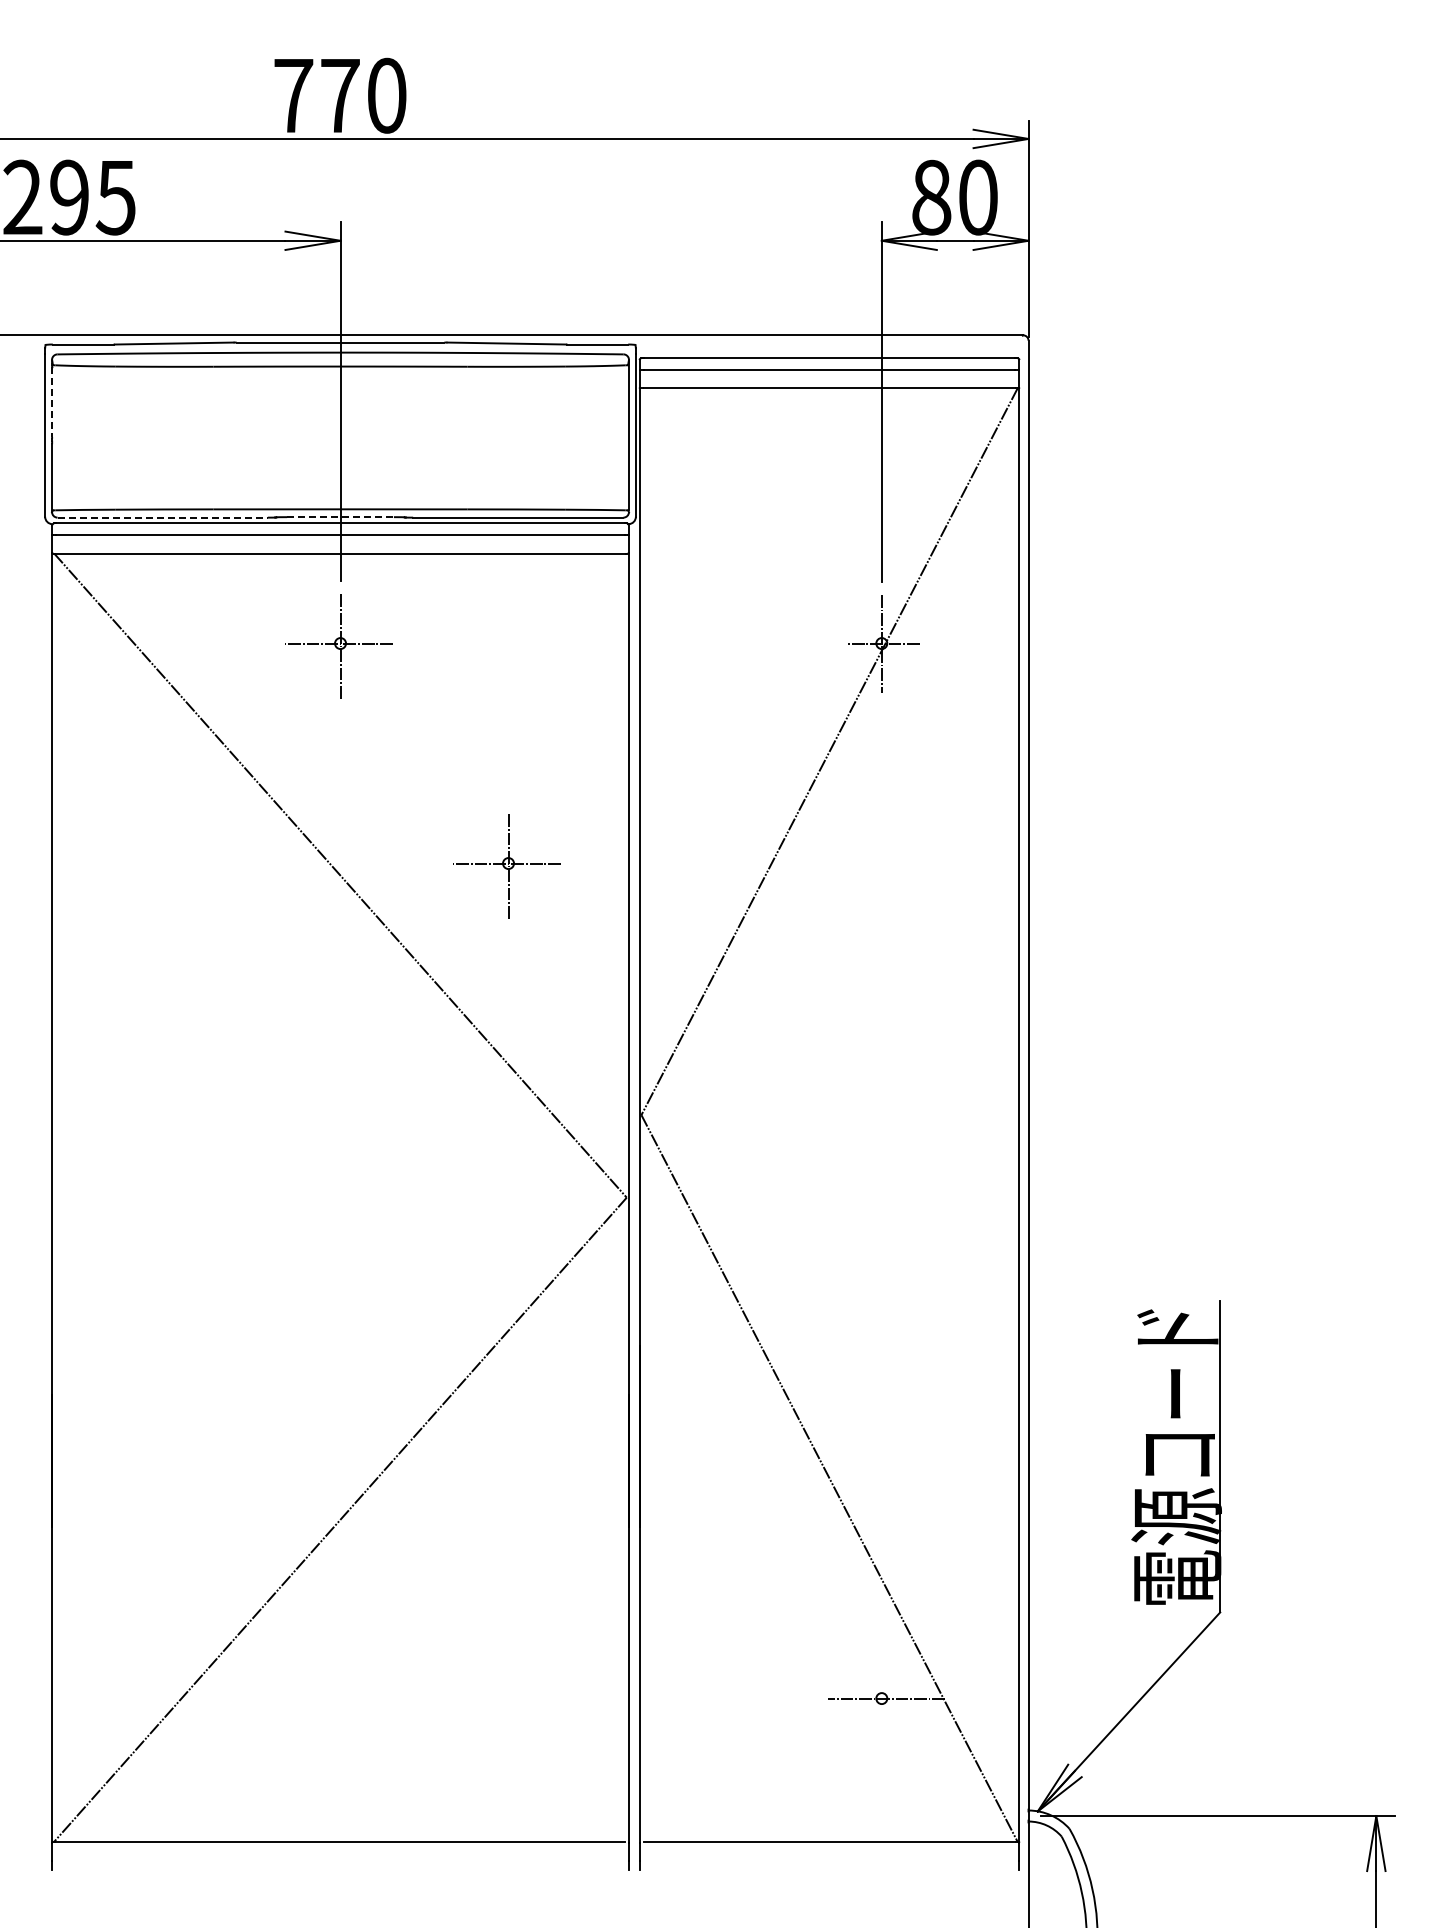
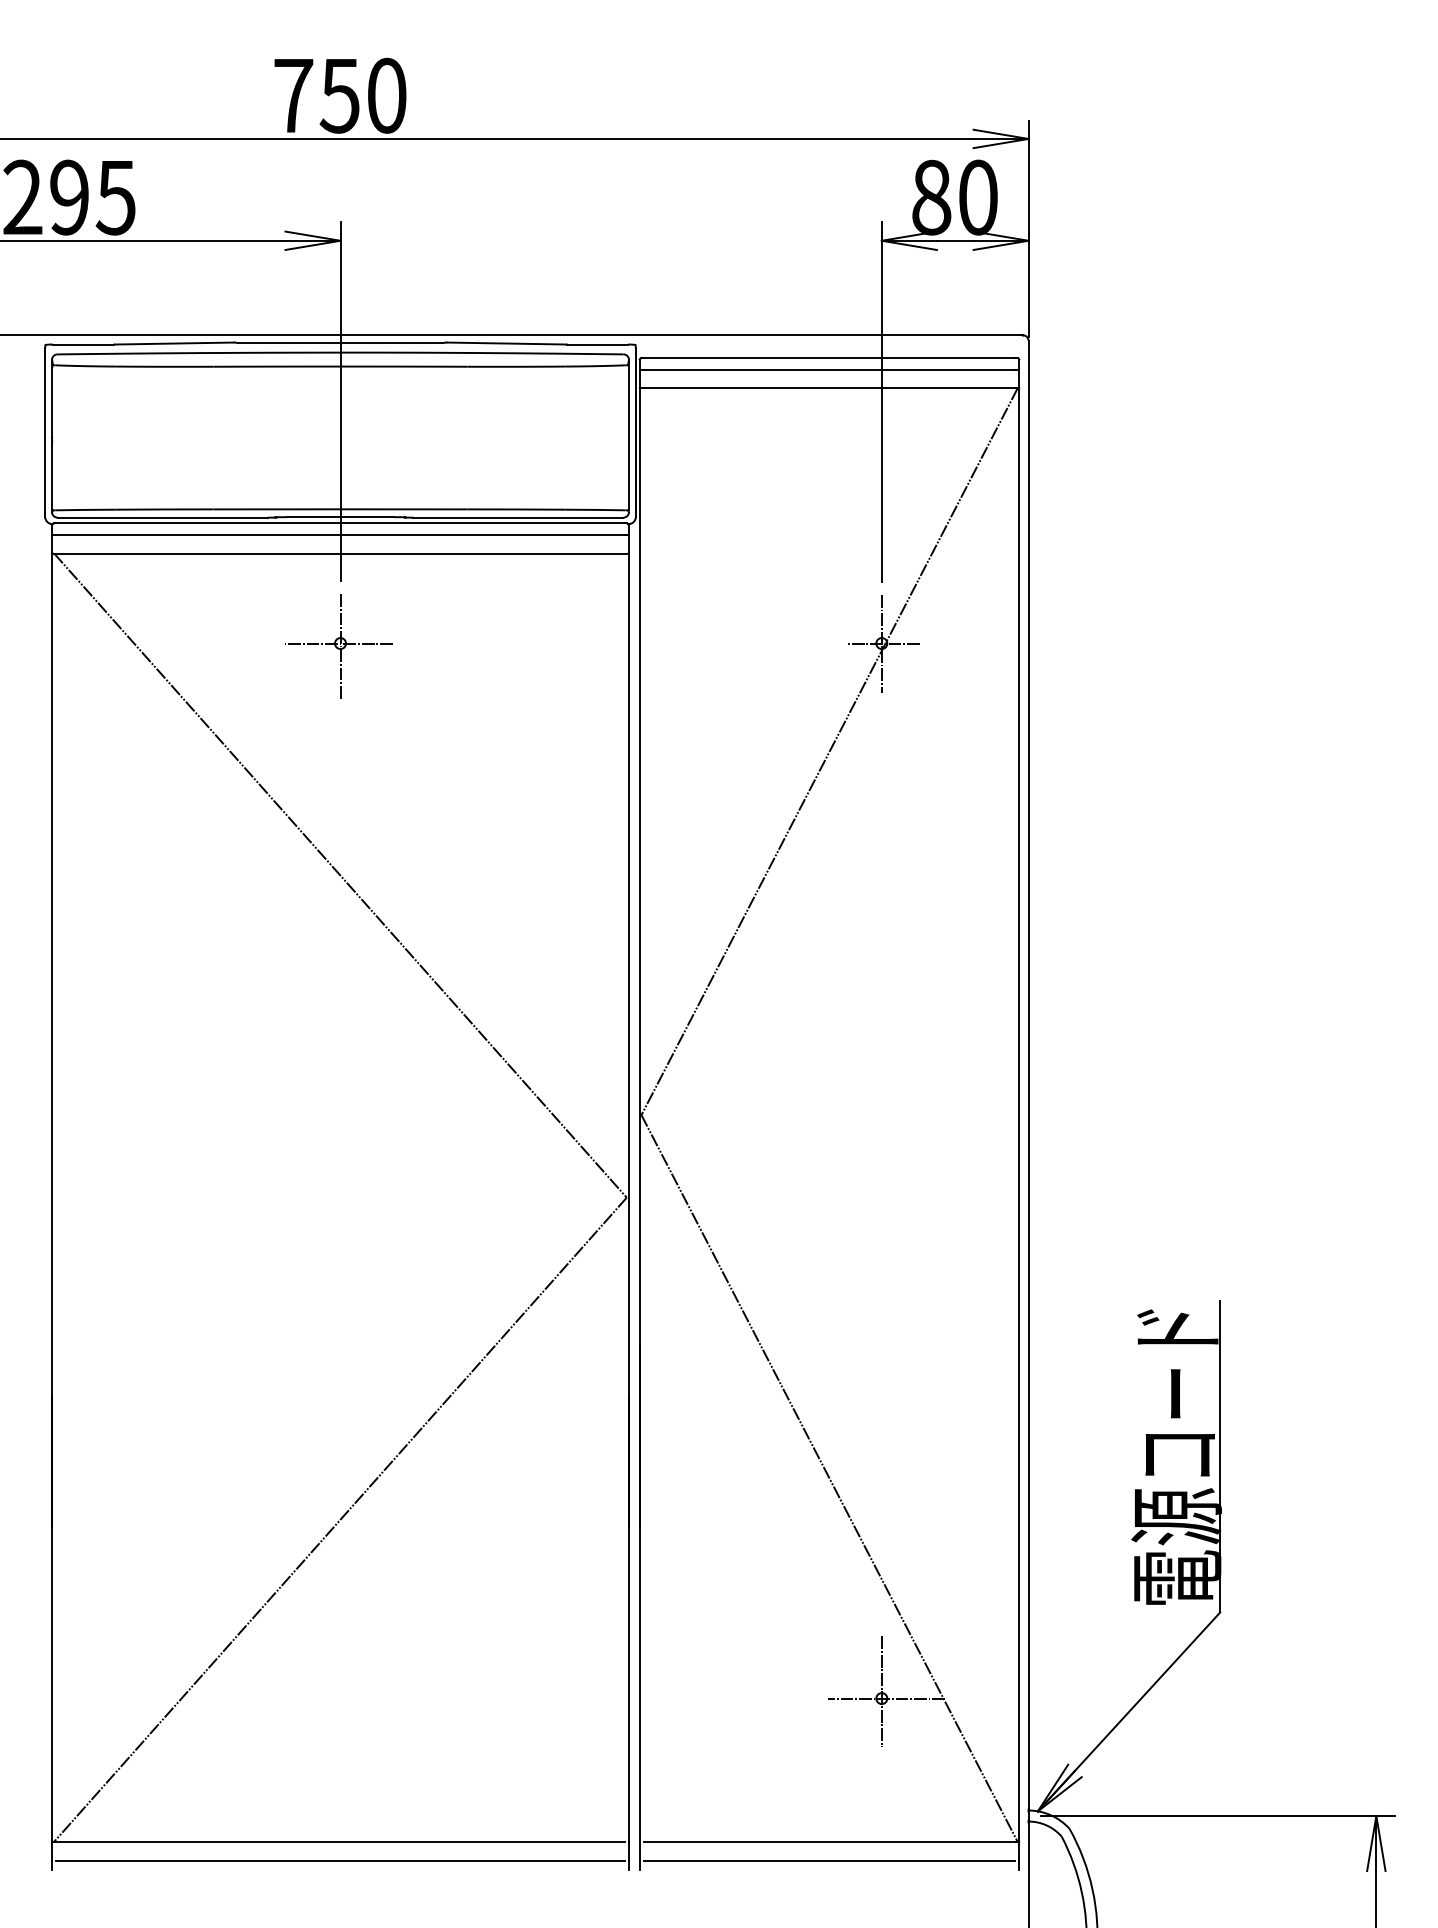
text at (339, 96): 770 -> 750
line at (51, 402): dashed -> solid
line at (163, 517): dashed -> solid
line at (341, 517): dashed -> solid
part at (506, 866): present -> none
line at (881, 1691): none -> present
line at (340, 1860): none -> present
line at (829, 1860): none -> present
